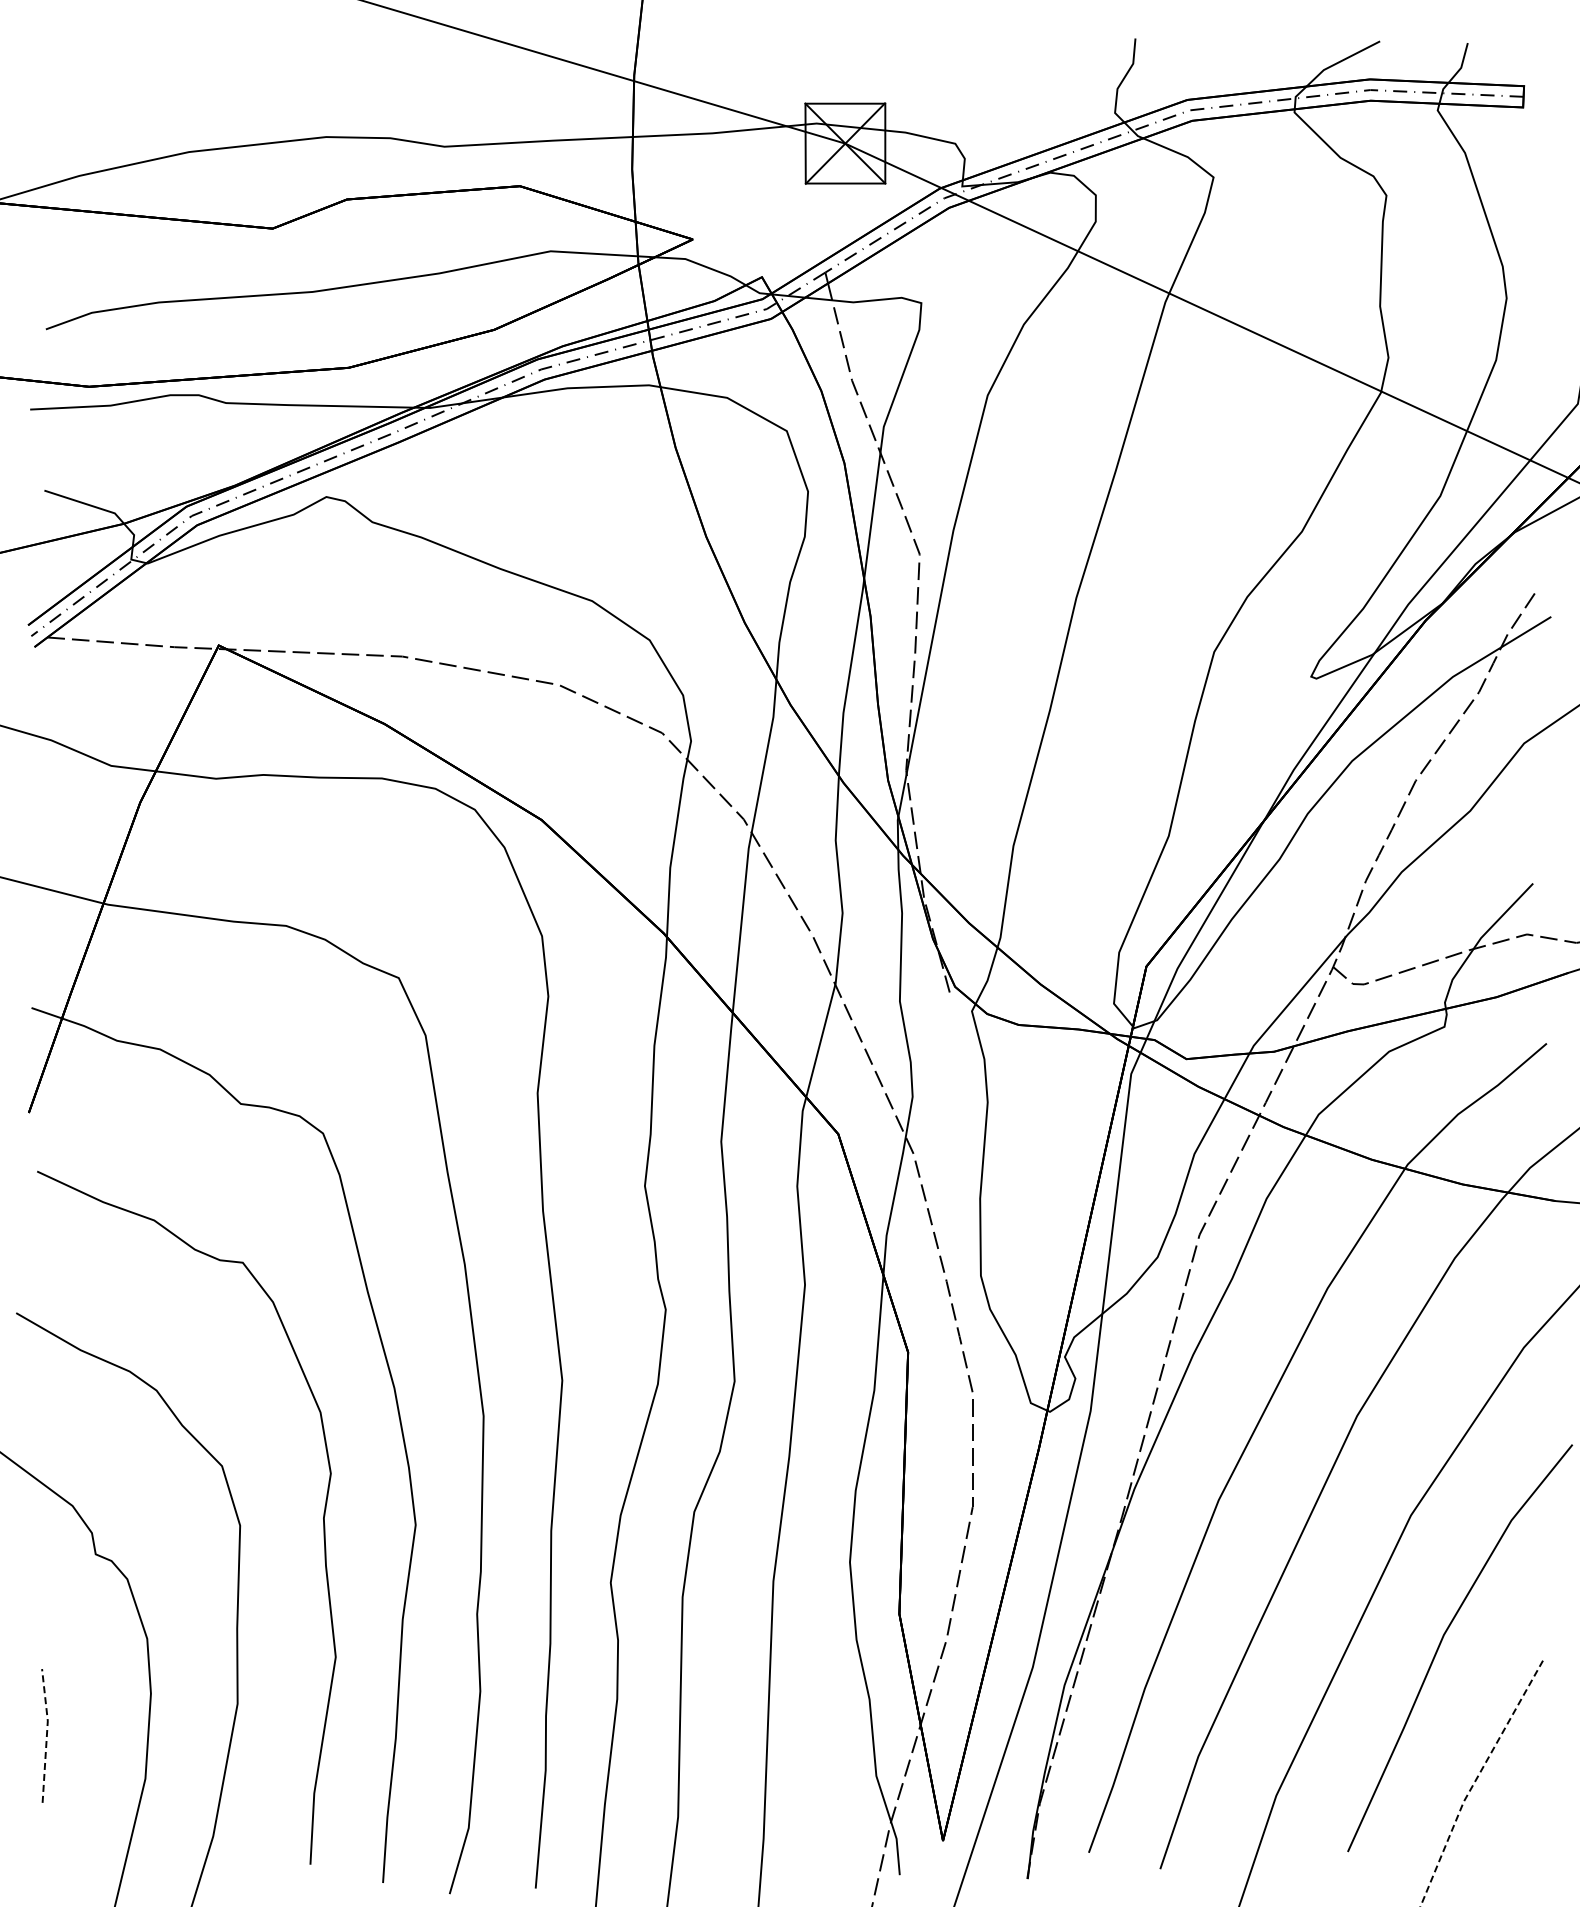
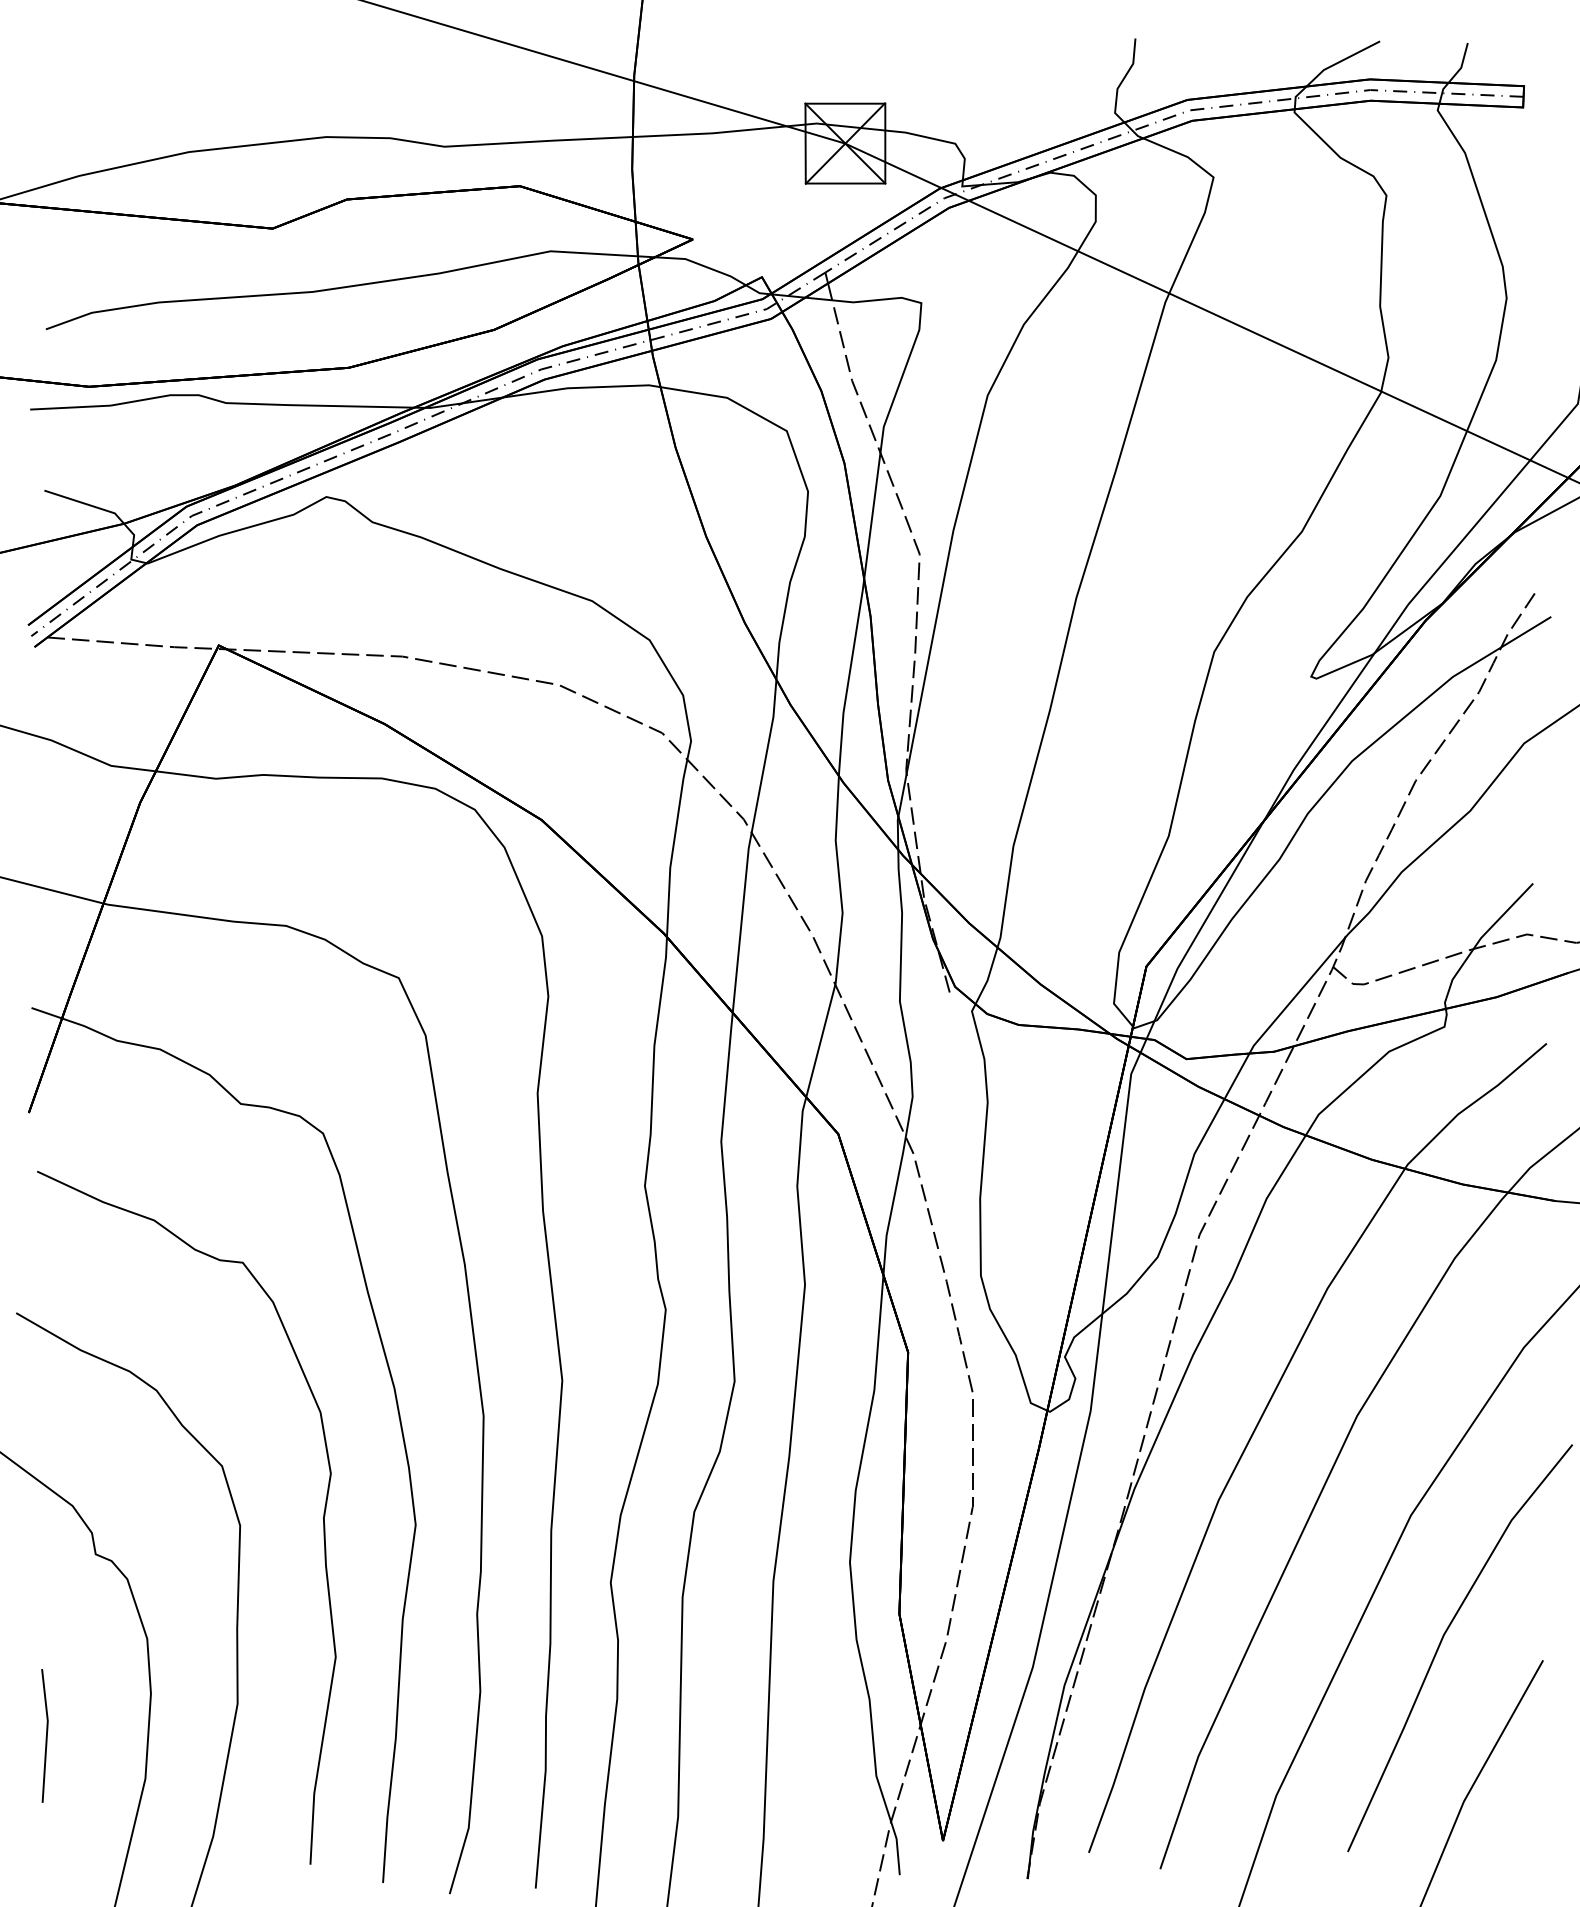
line at (46, 1734): dashed -> solid
line at (1475, 1780): dashed -> solid
